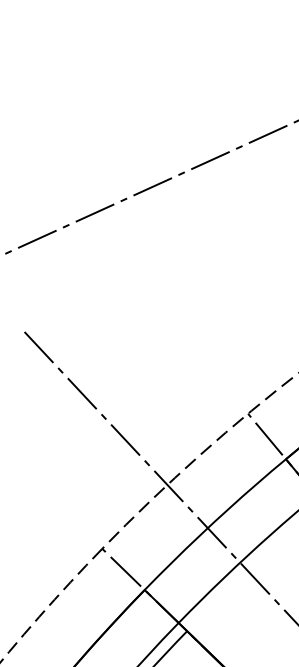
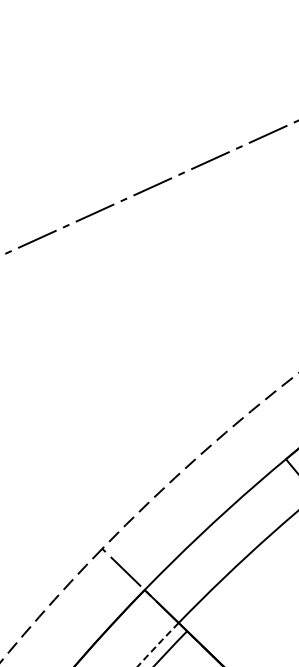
line at (271, 441): present -> none
line at (159, 477): present -> none
arc at (157, 645): solid -> dashed
